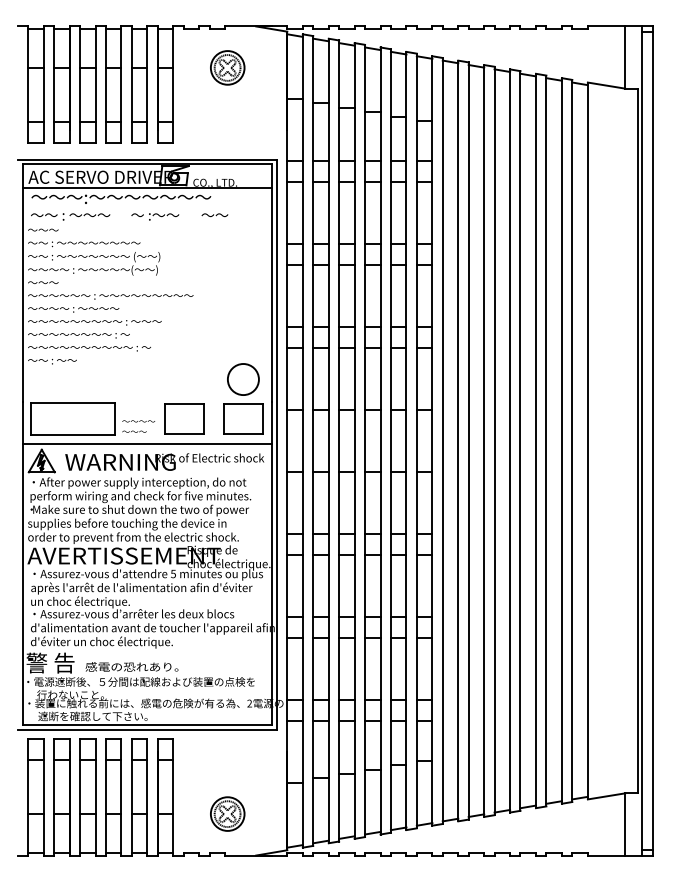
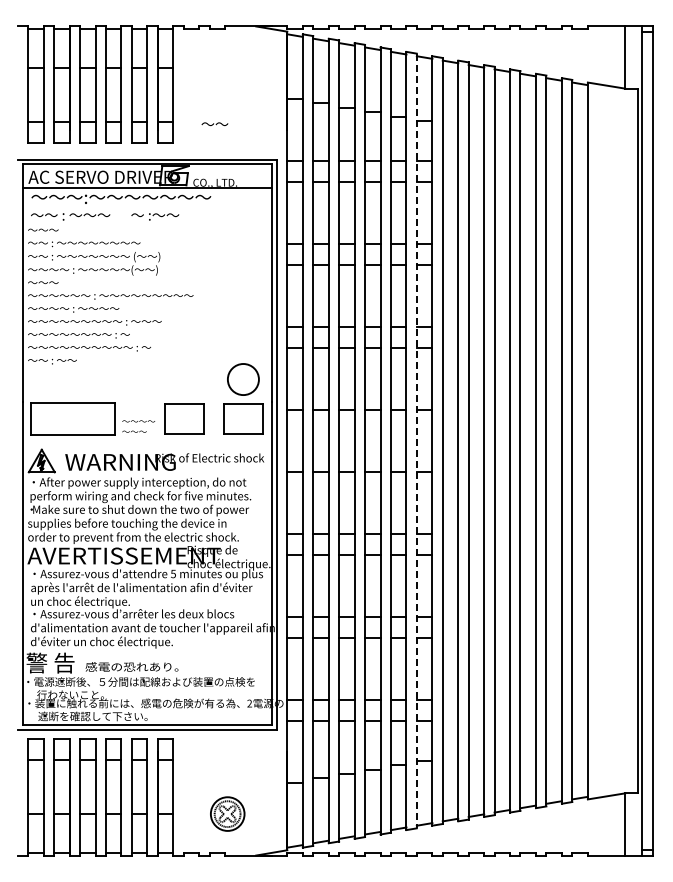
part at (227, 67): present -> none
text at (214, 215) position: (214, 215) -> (214, 124)
line at (416, 441): solid -> dashed
line at (146, 443): present -> none
